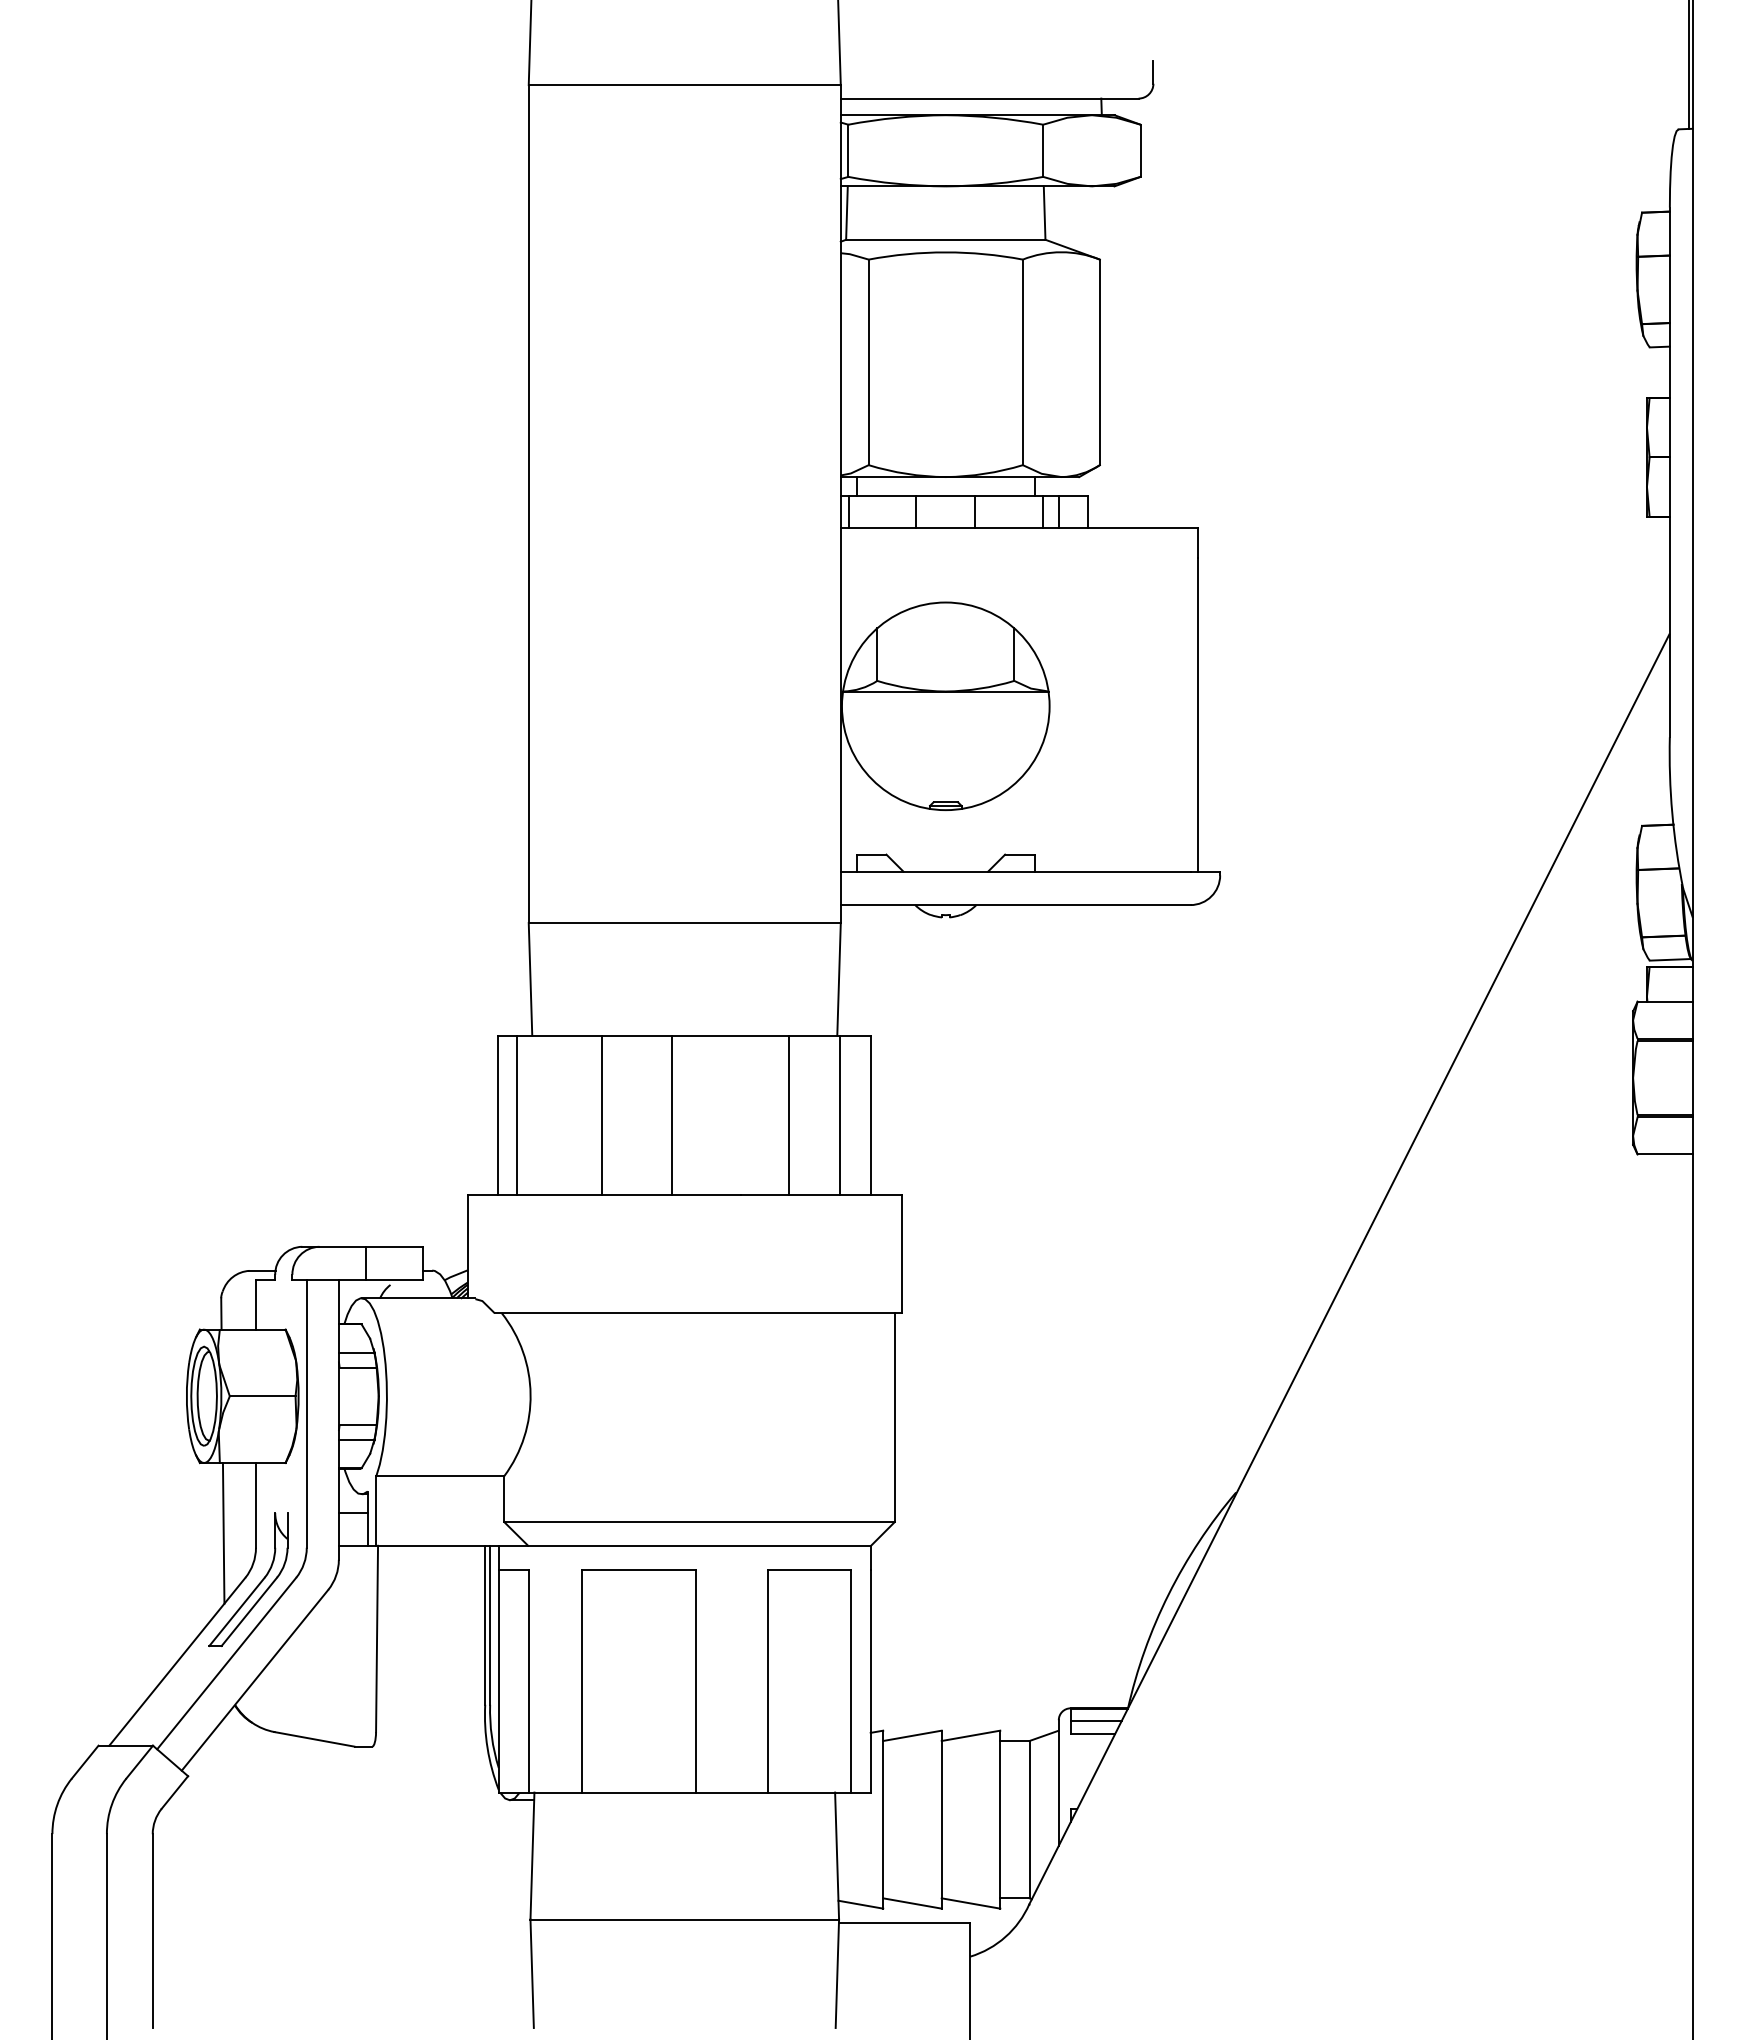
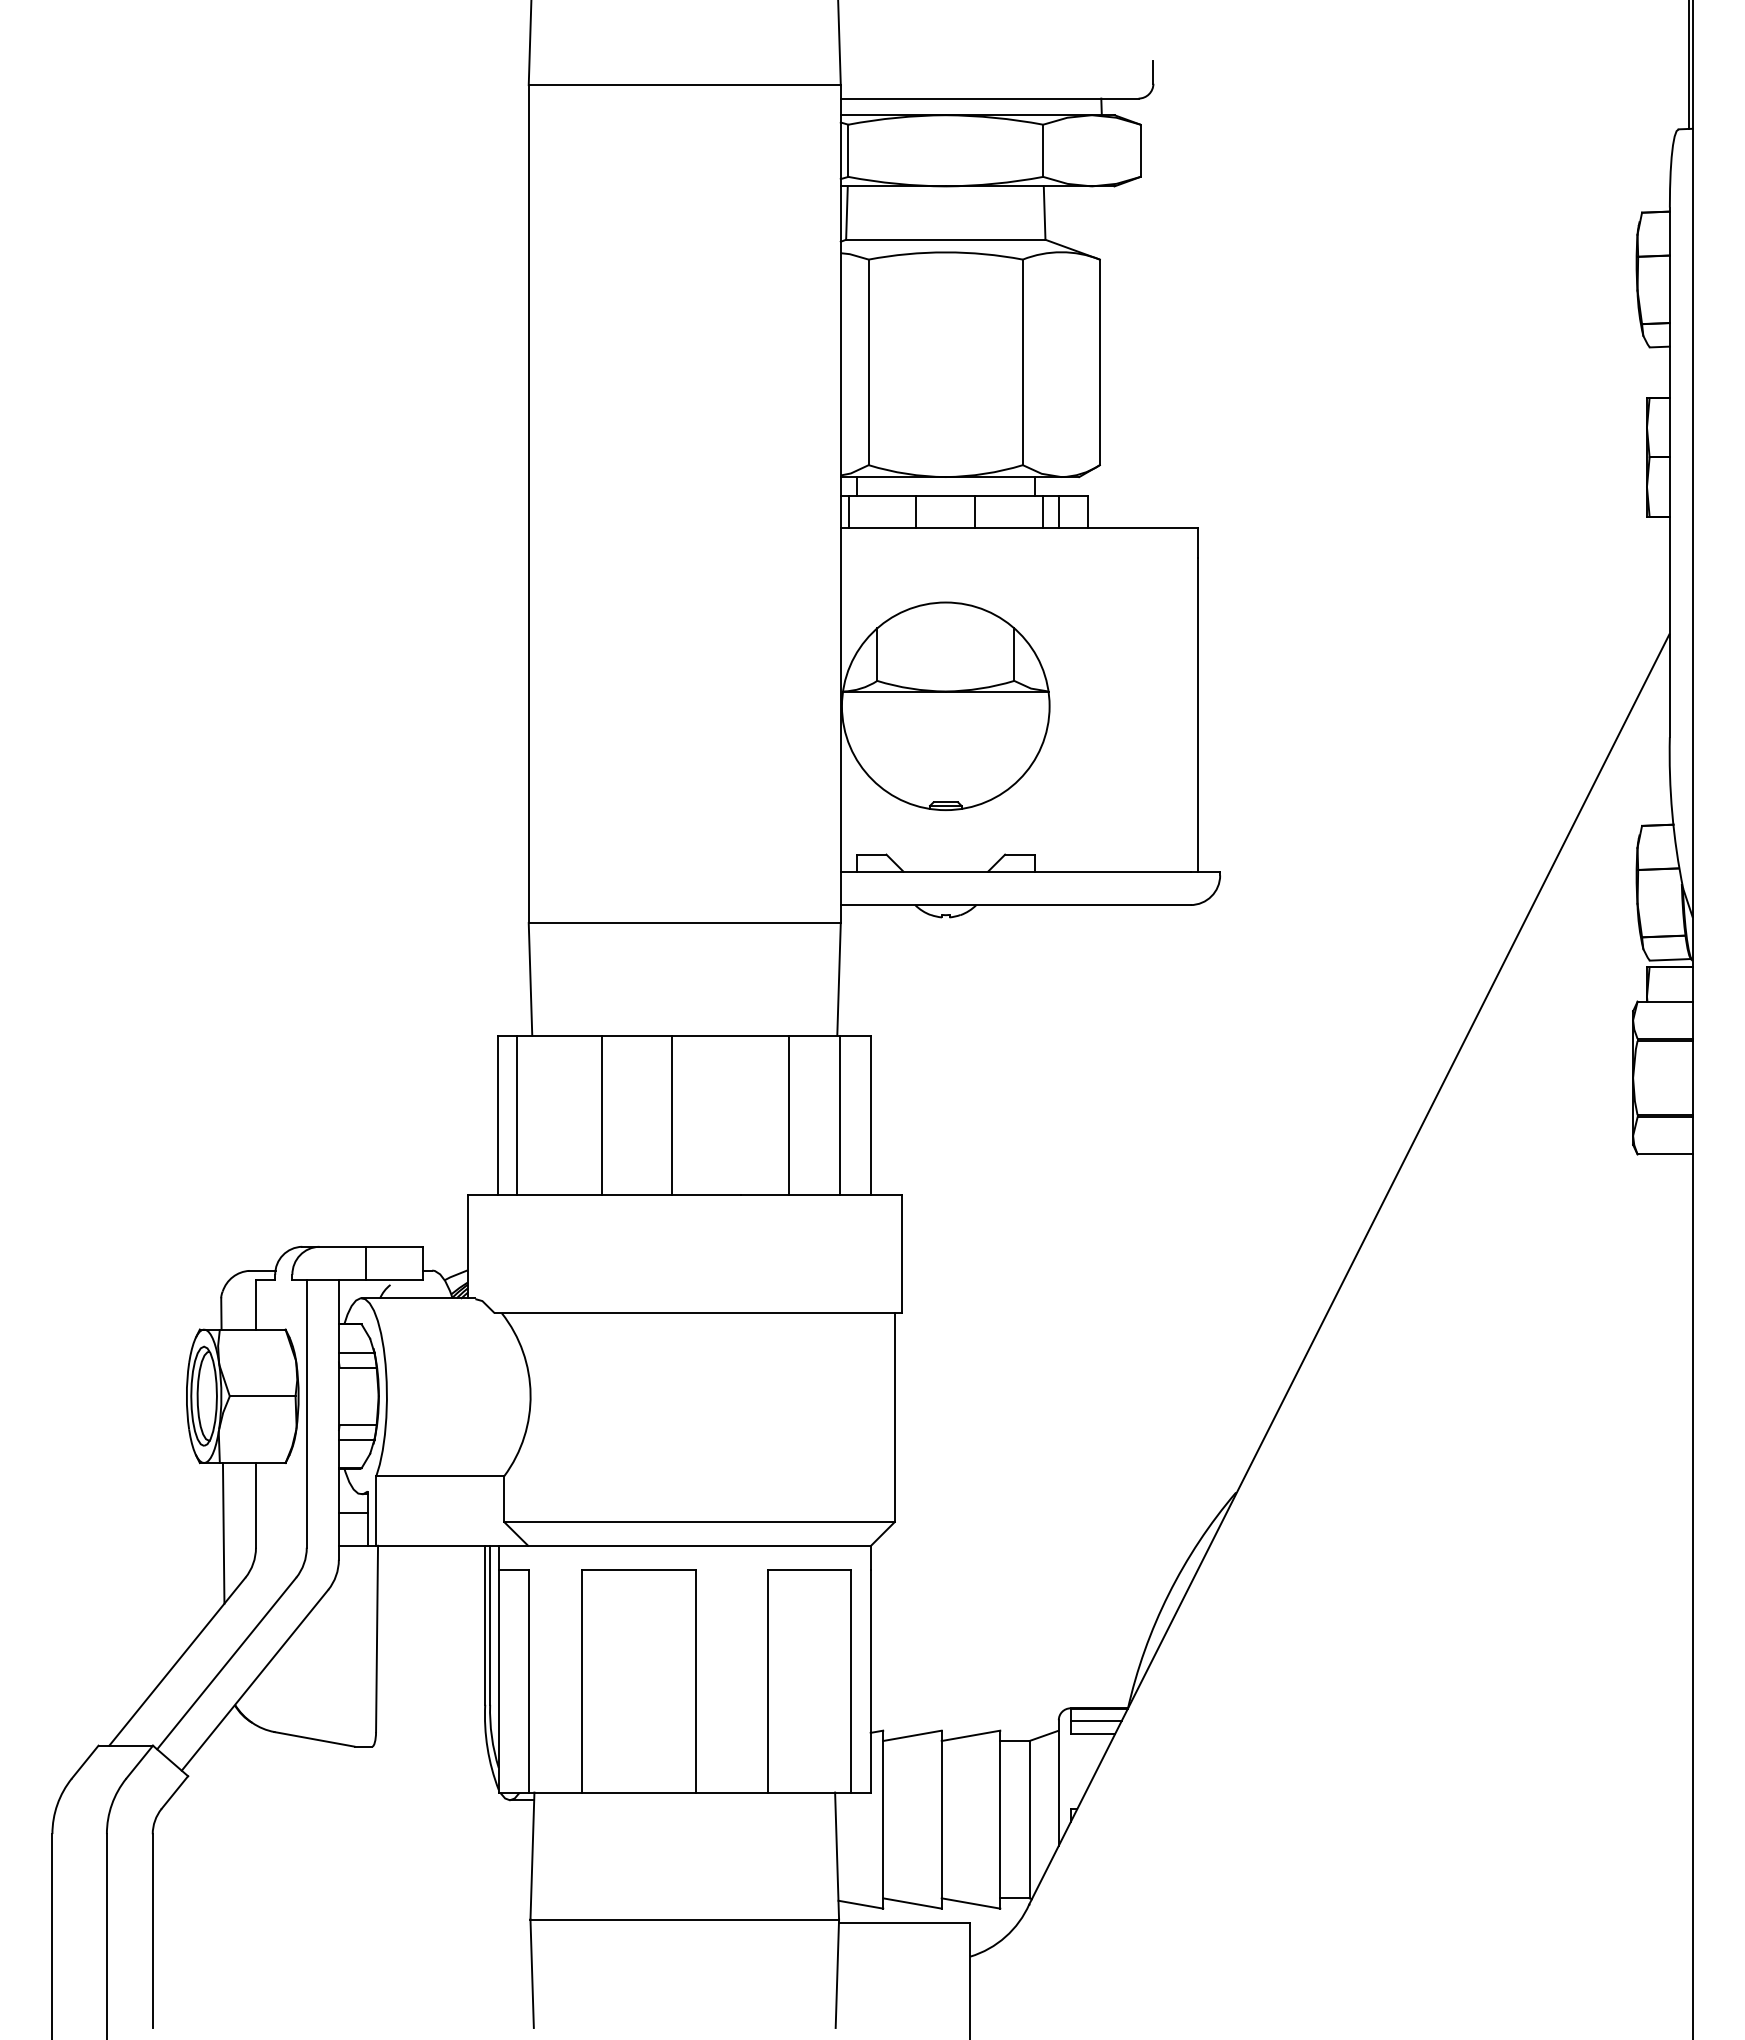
part at (256, 1586): present -> none
